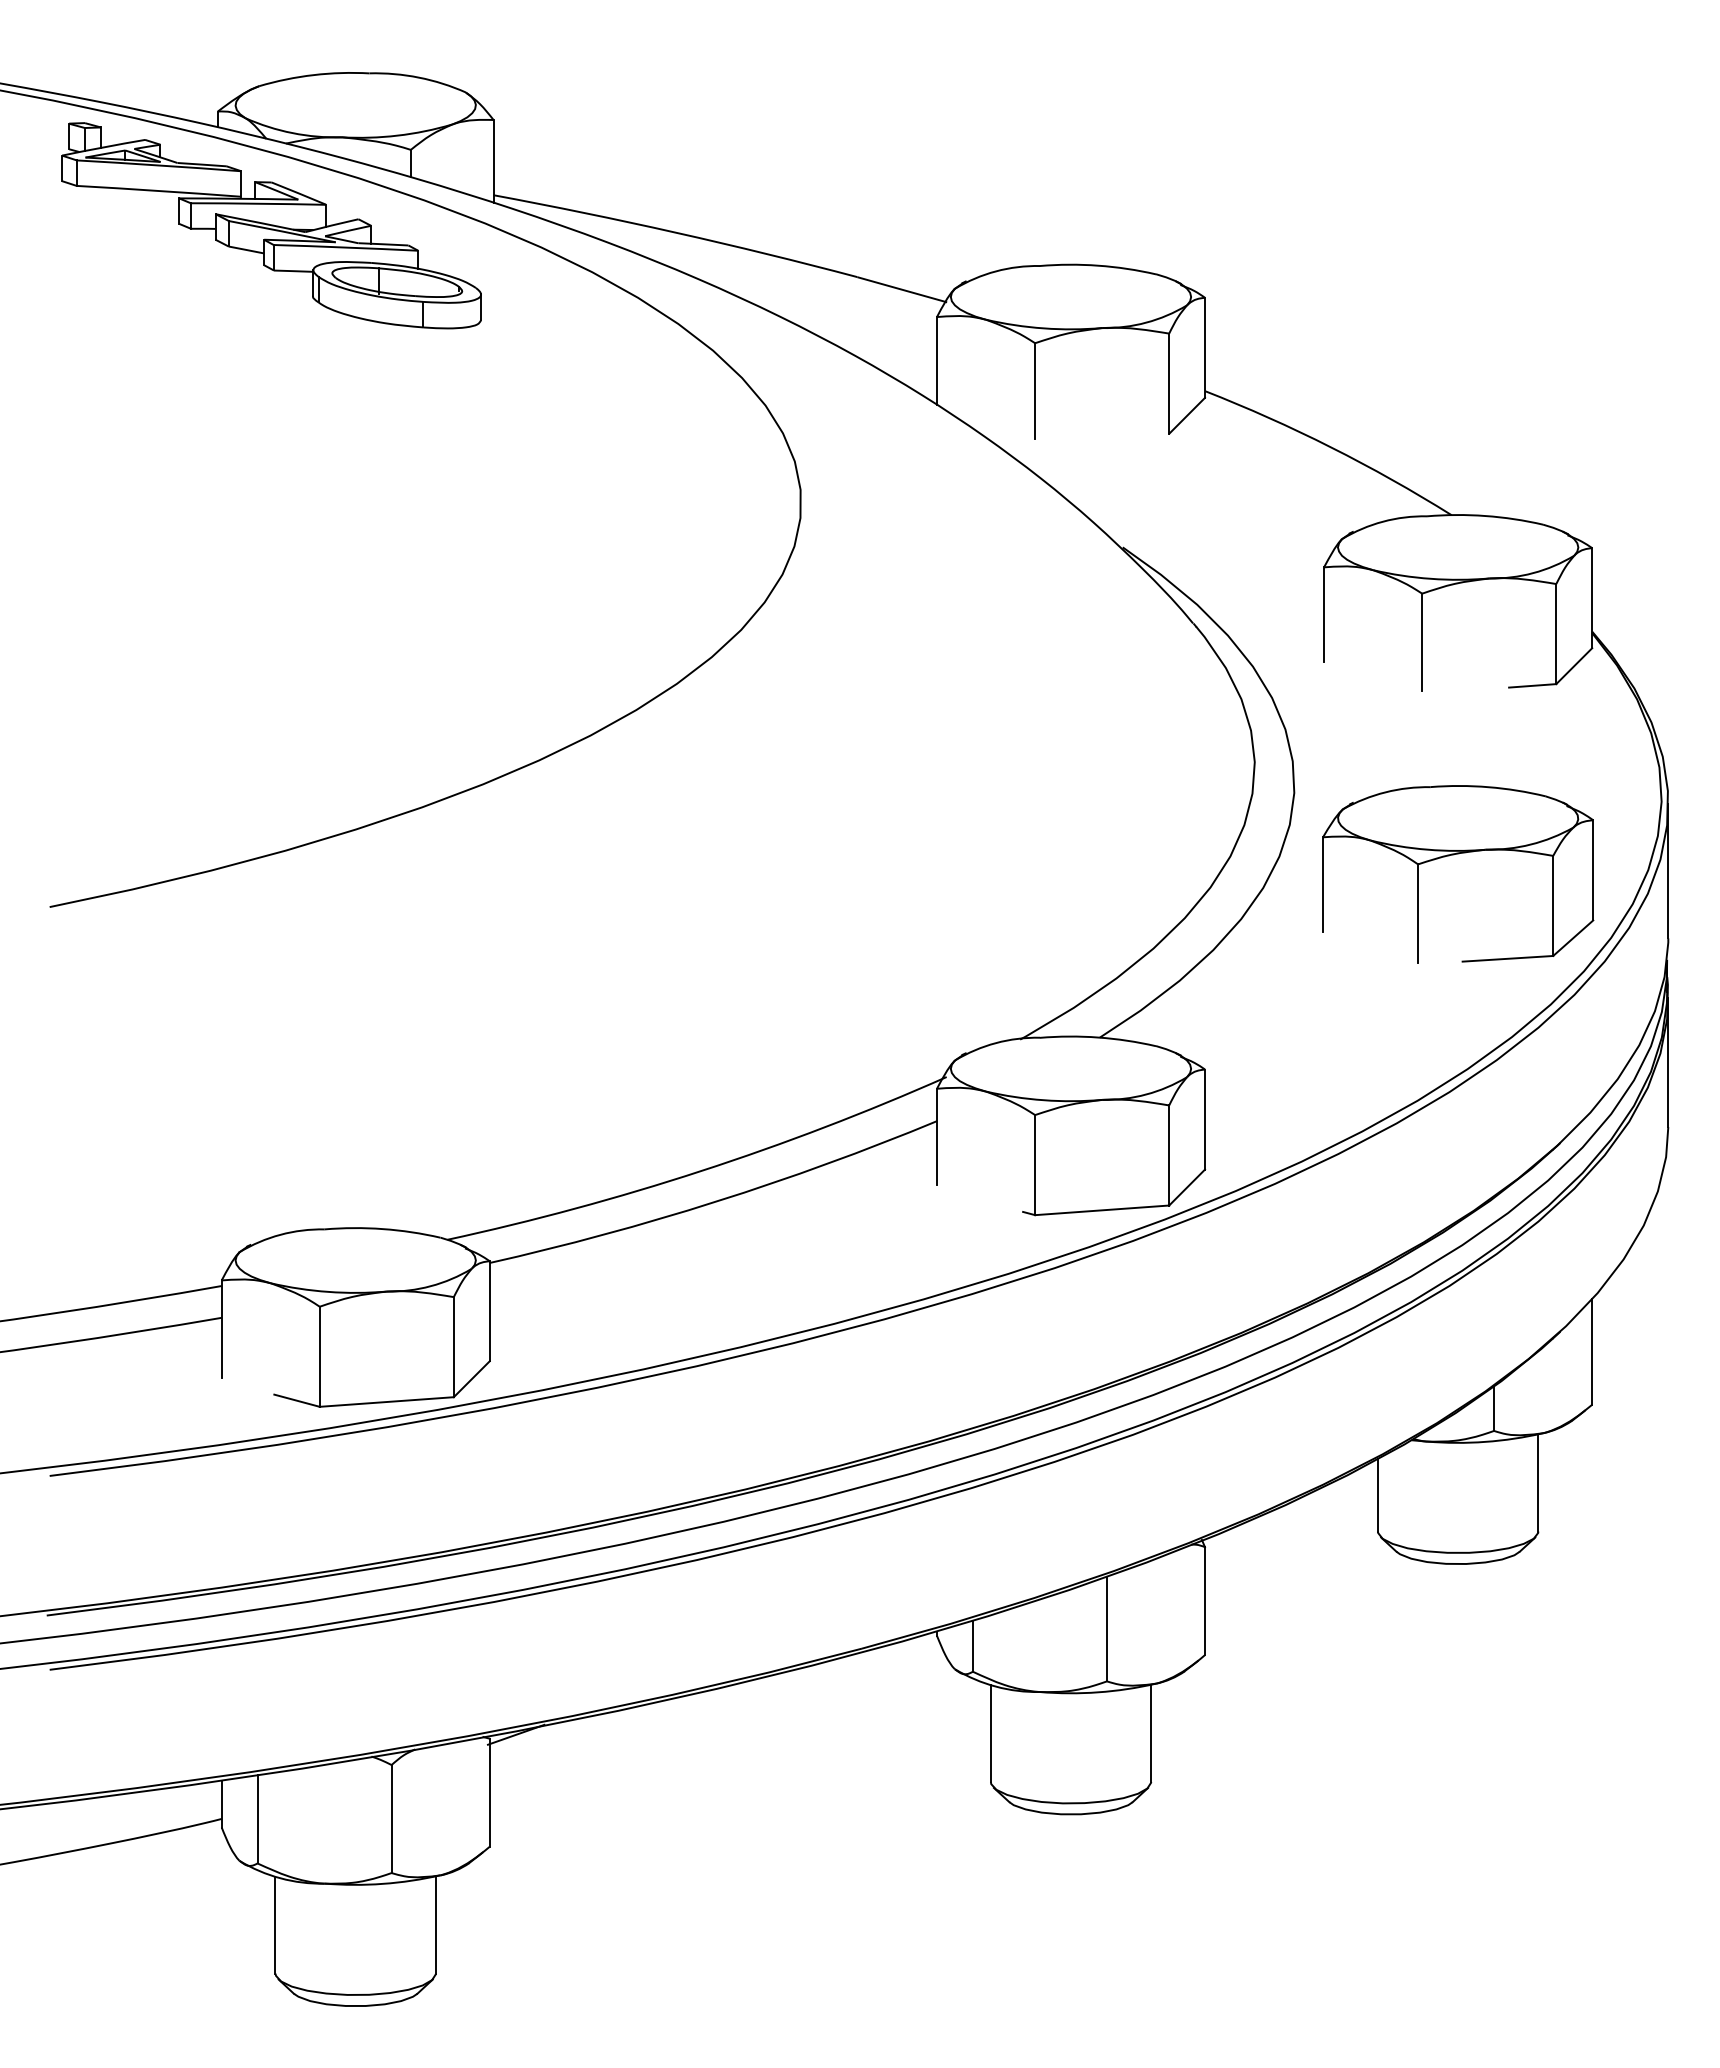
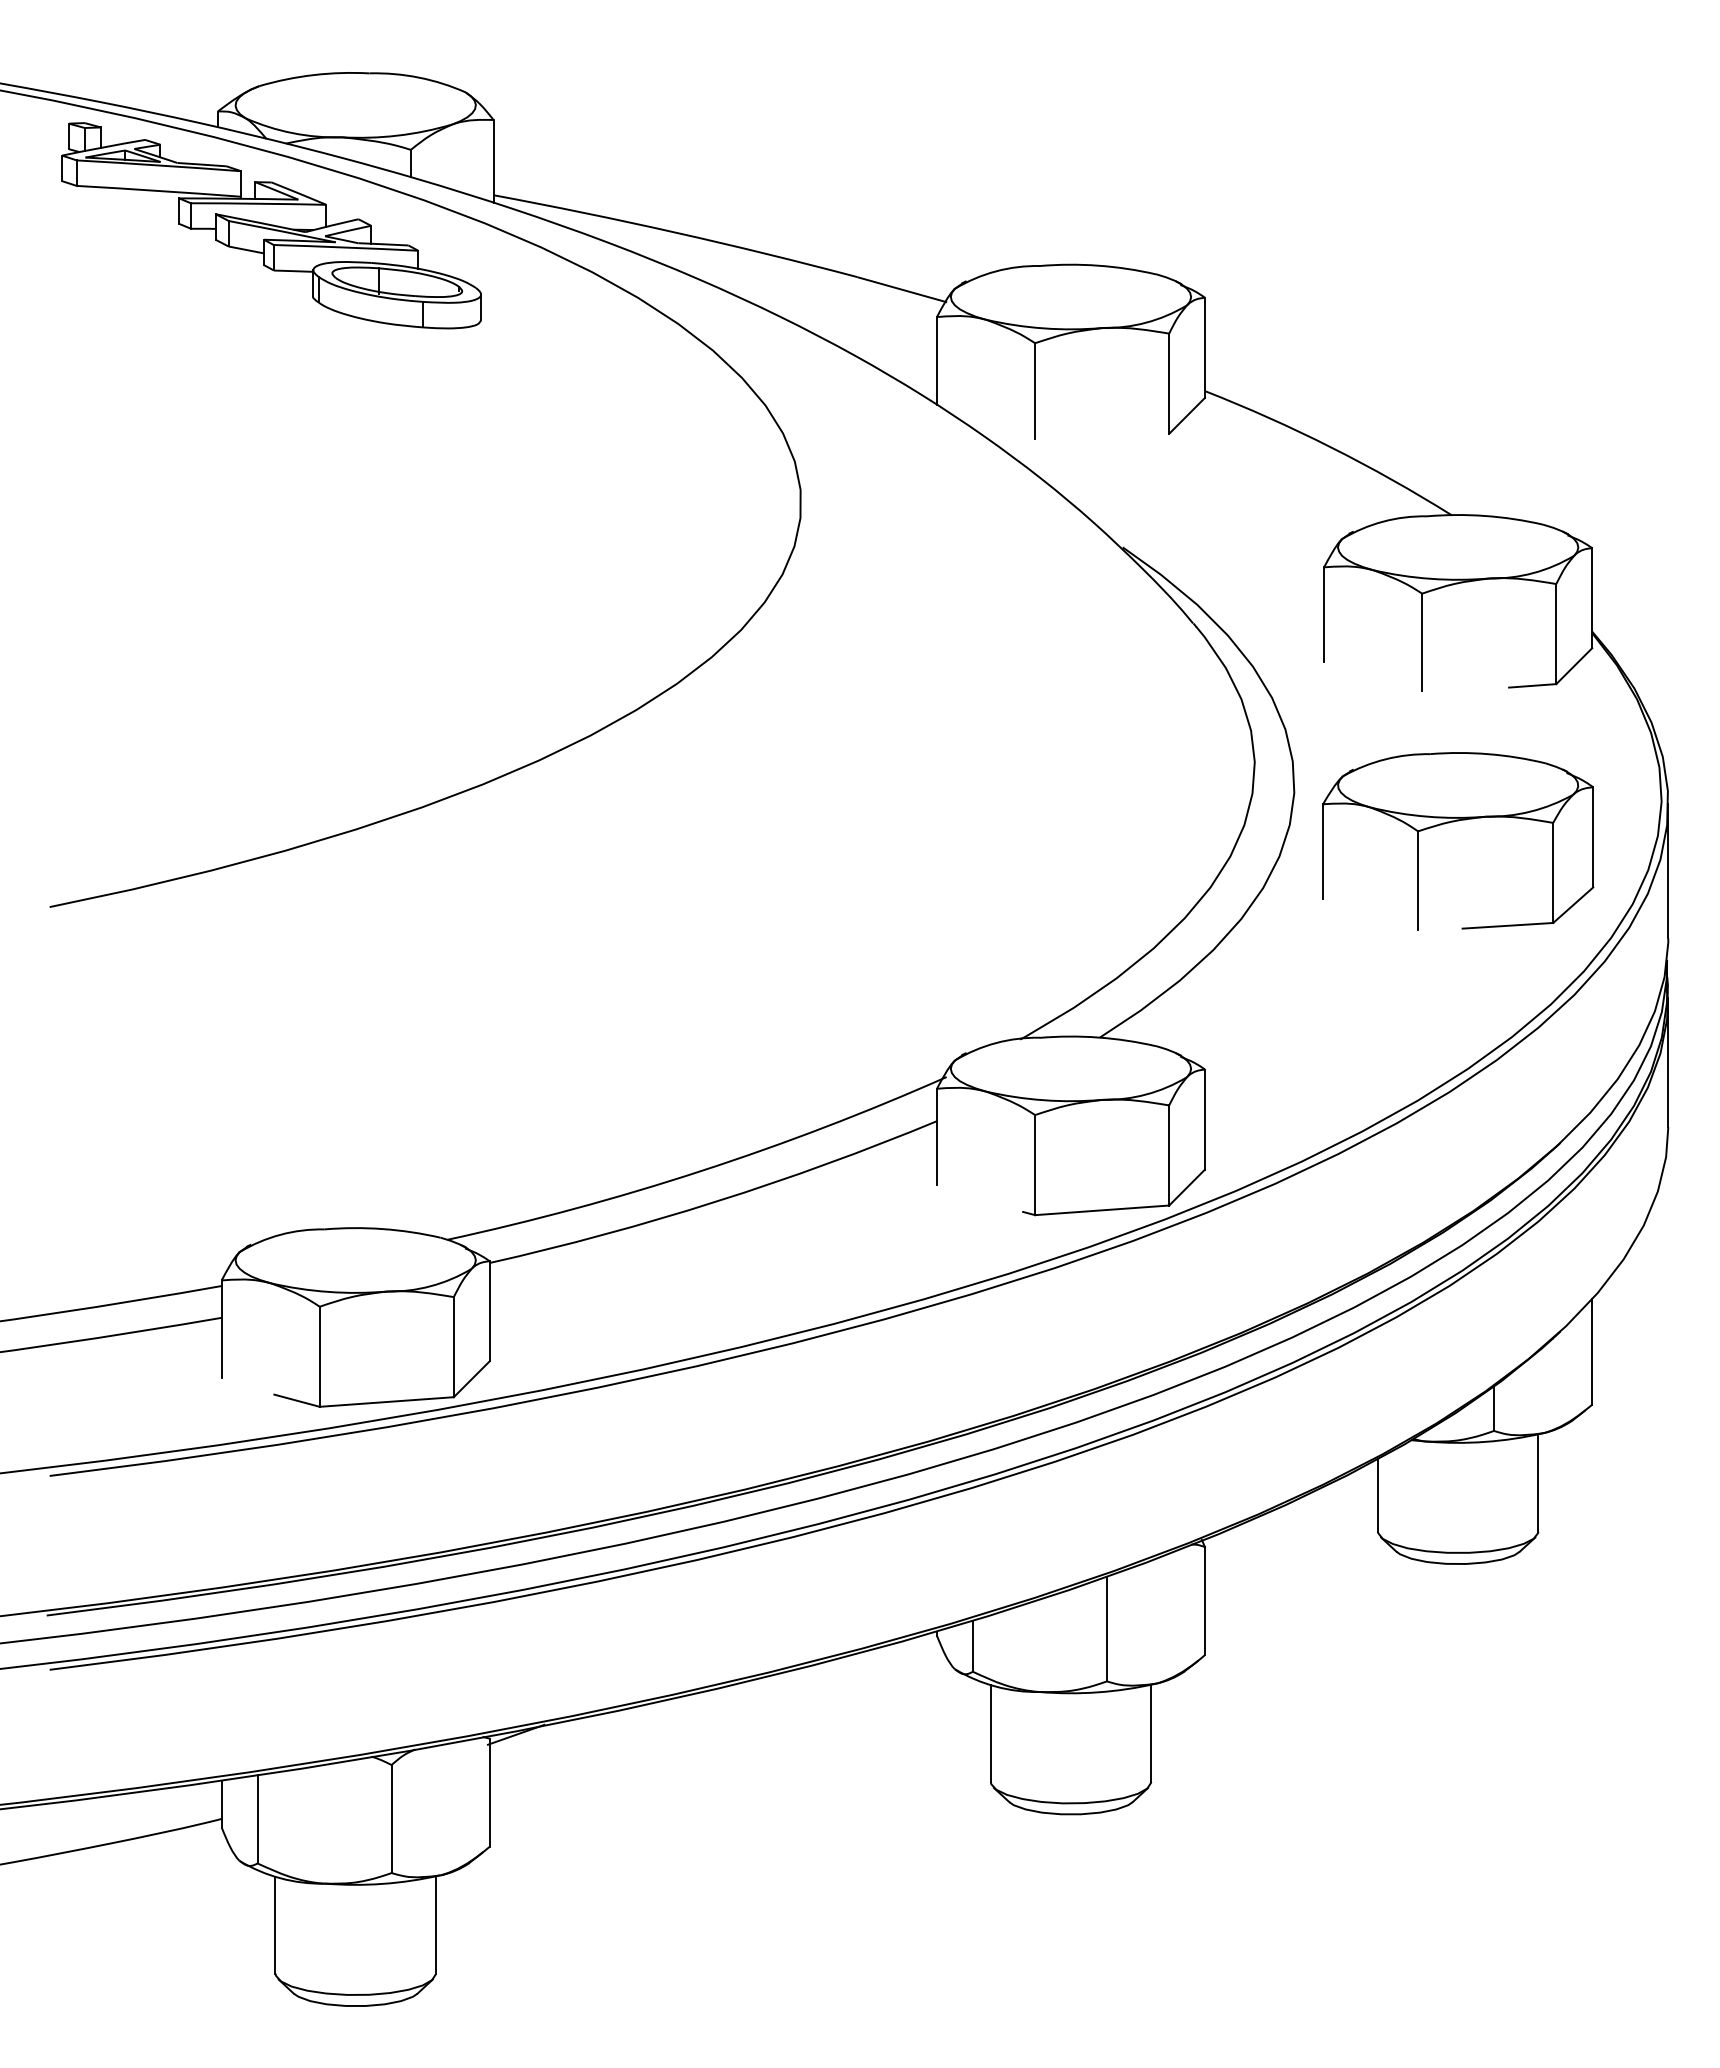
part at (1453, 855) position: (1453, 855) -> (1453, 822)
